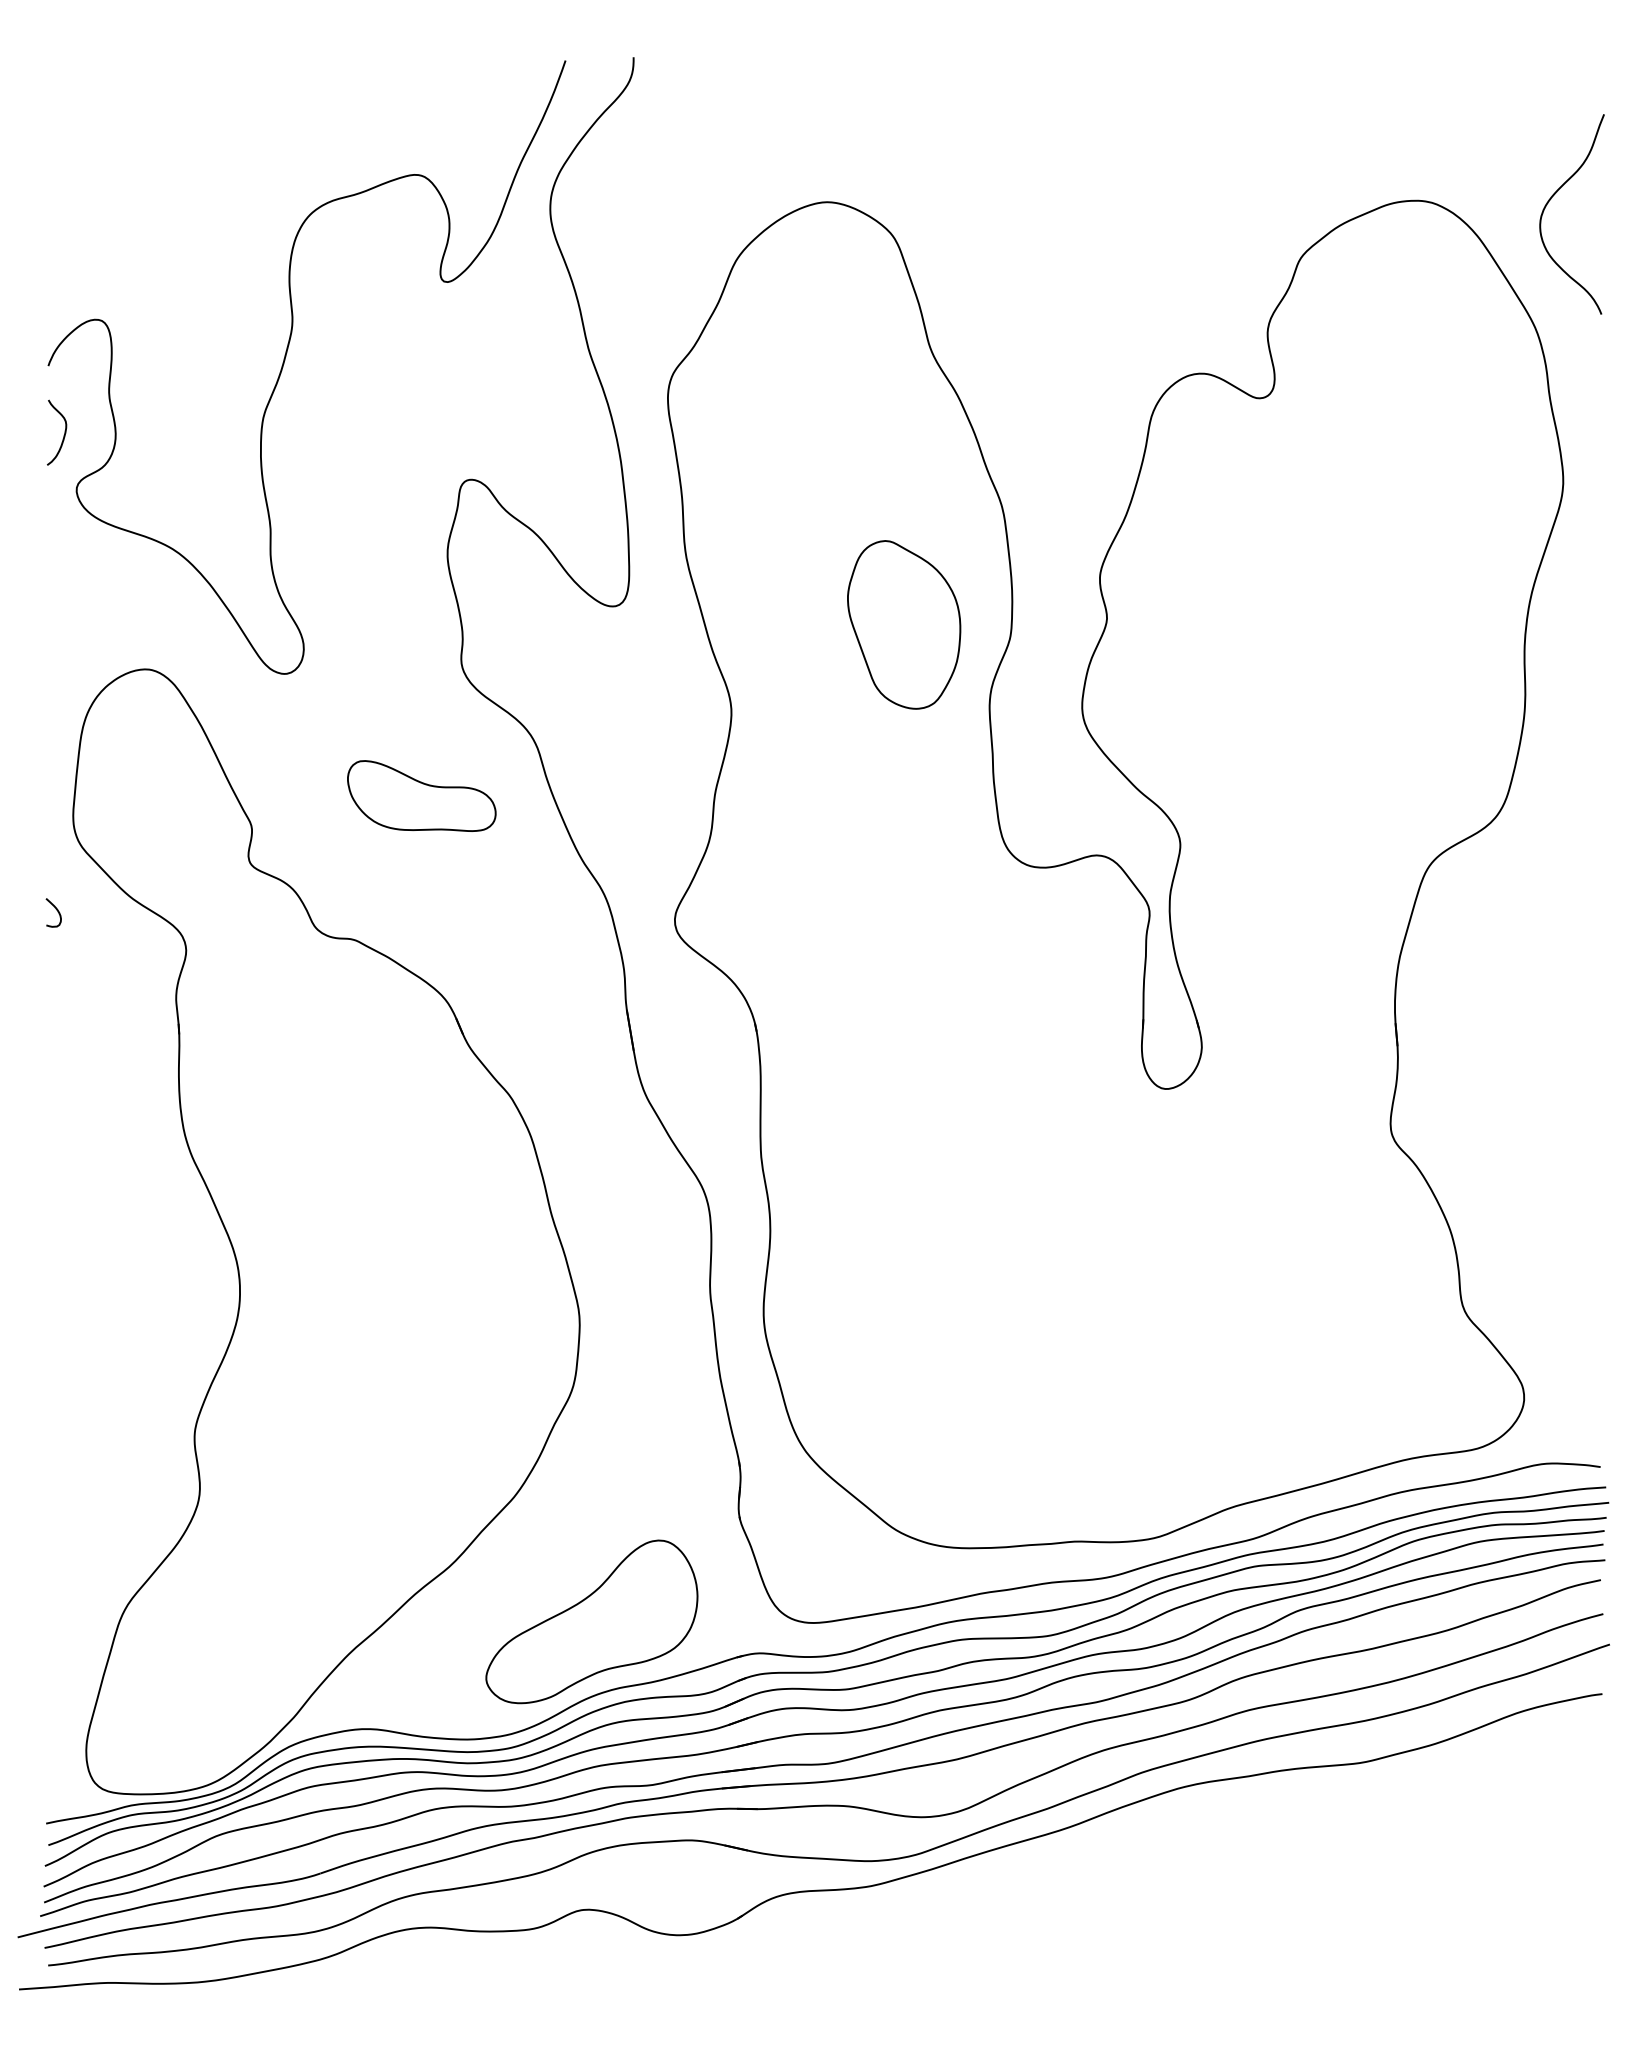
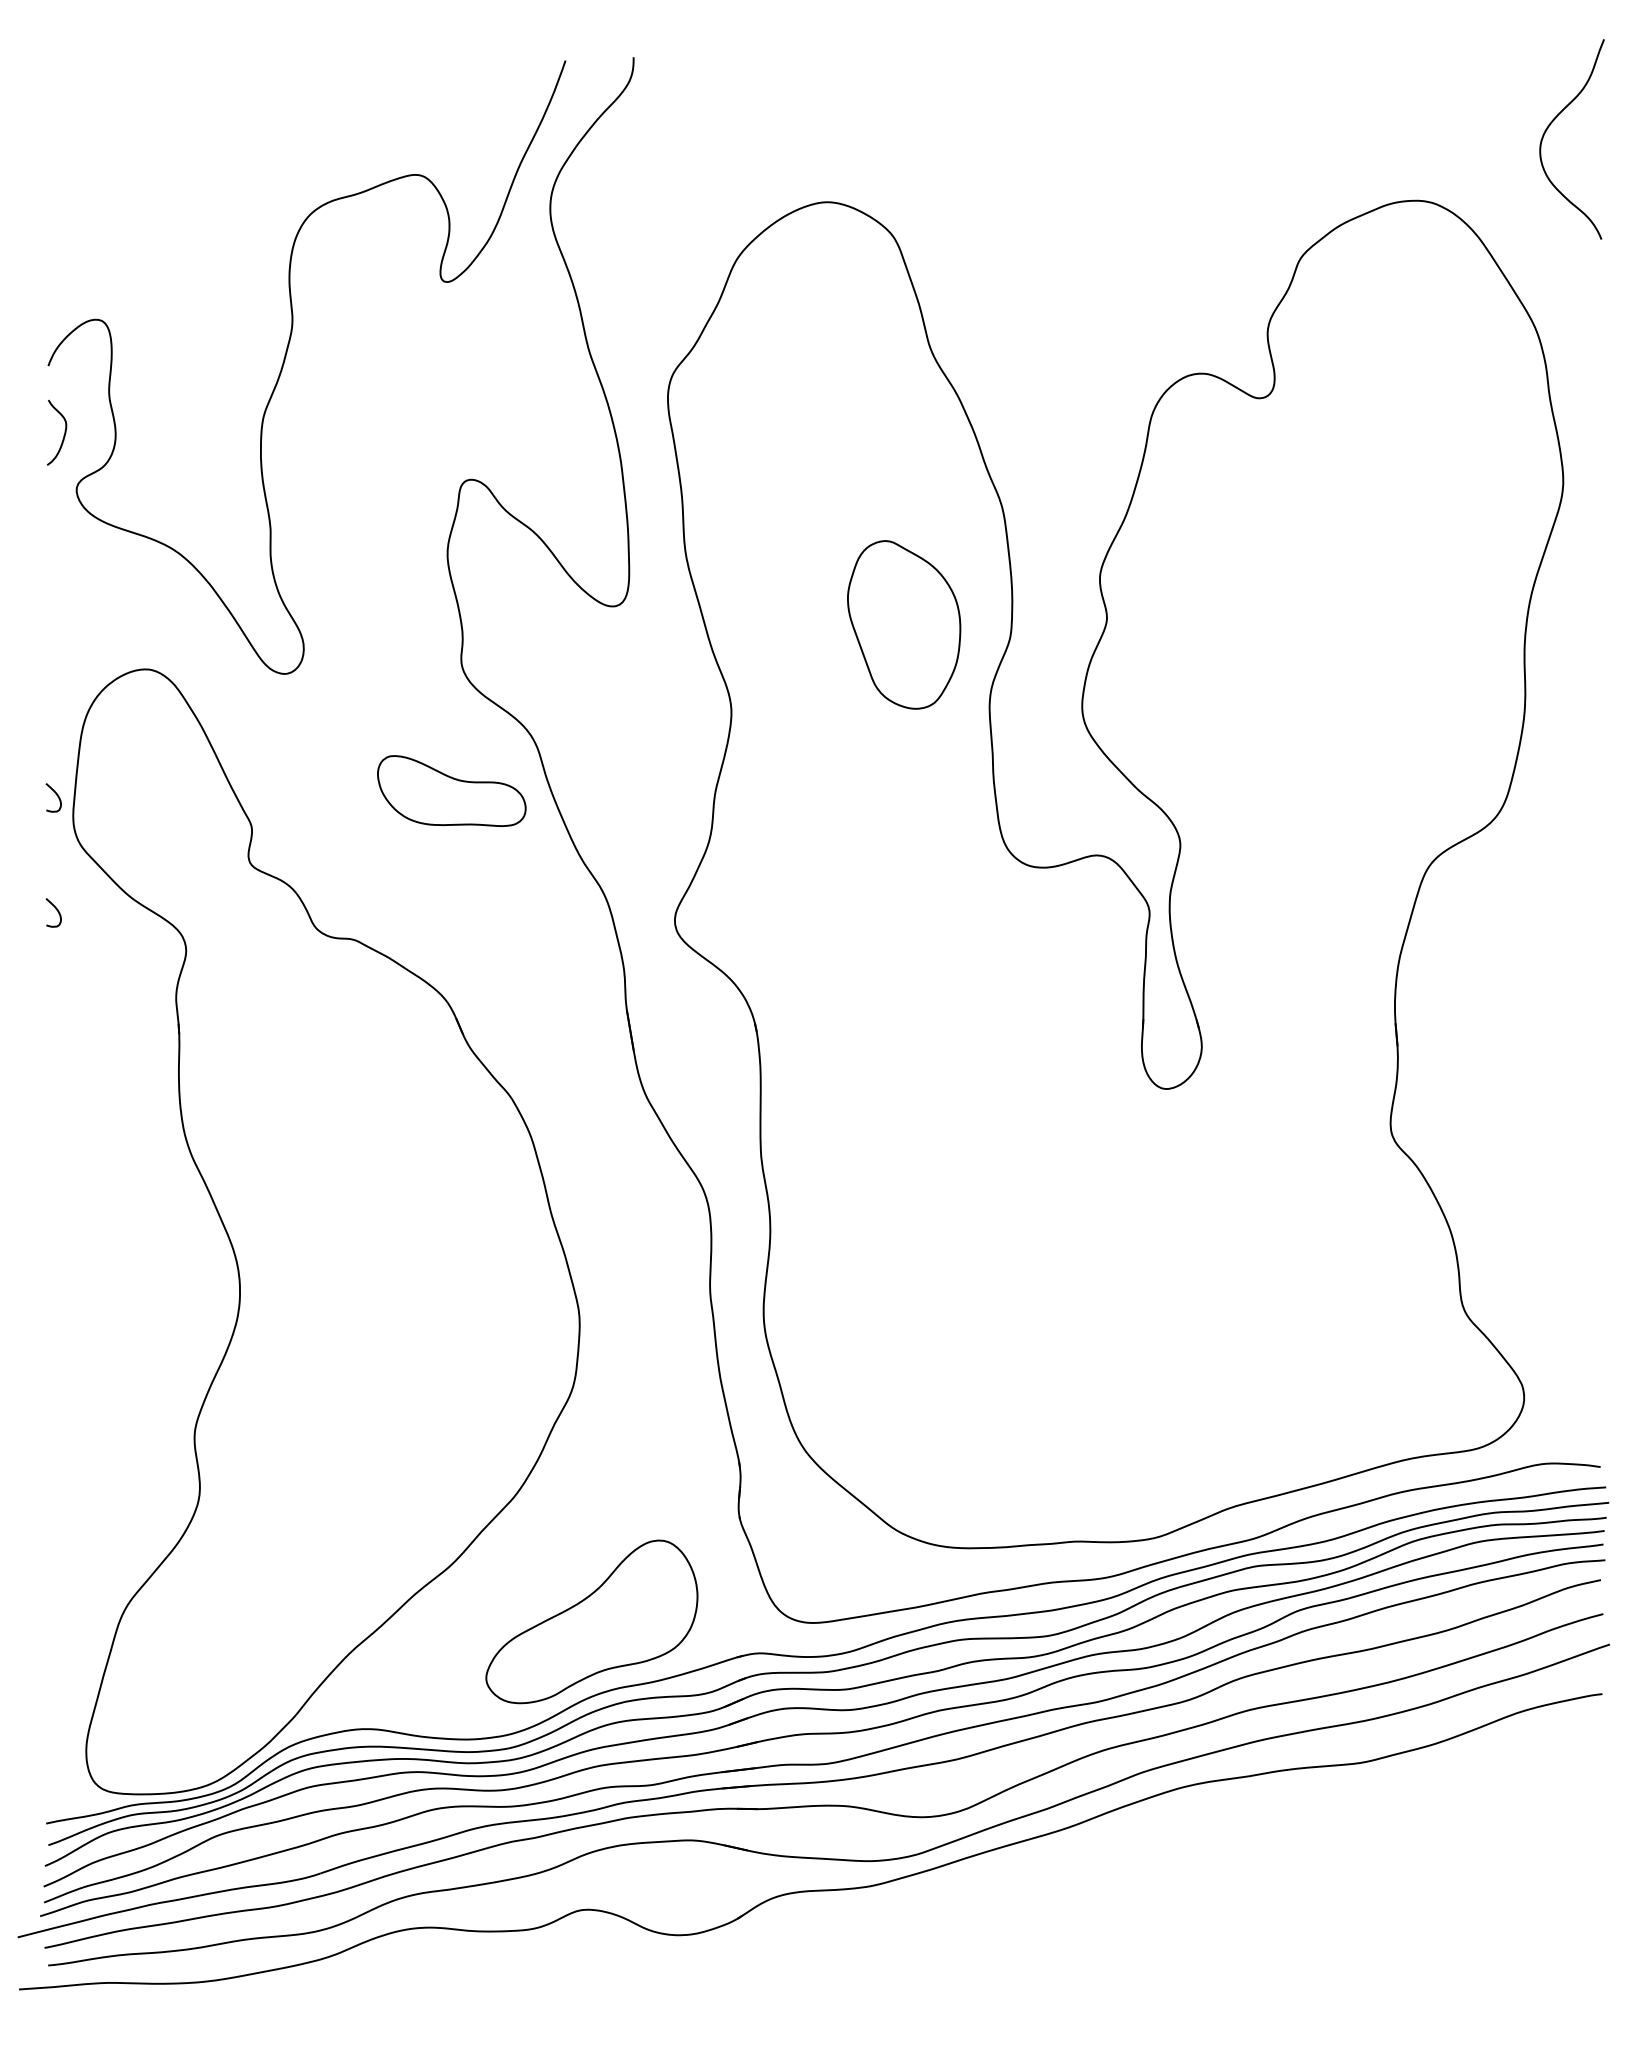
curve at (1551, 199) position: (1551, 199) -> (1551, 124)
curve at (55, 794): none -> present
part at (421, 795) position: (421, 795) -> (451, 790)
